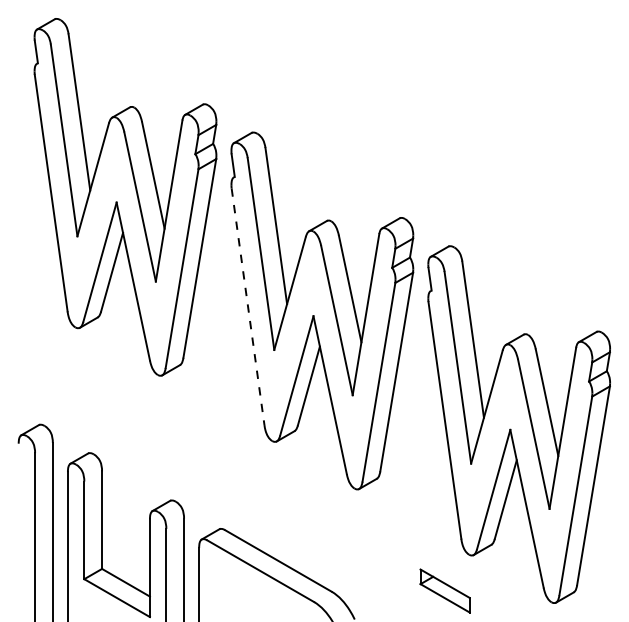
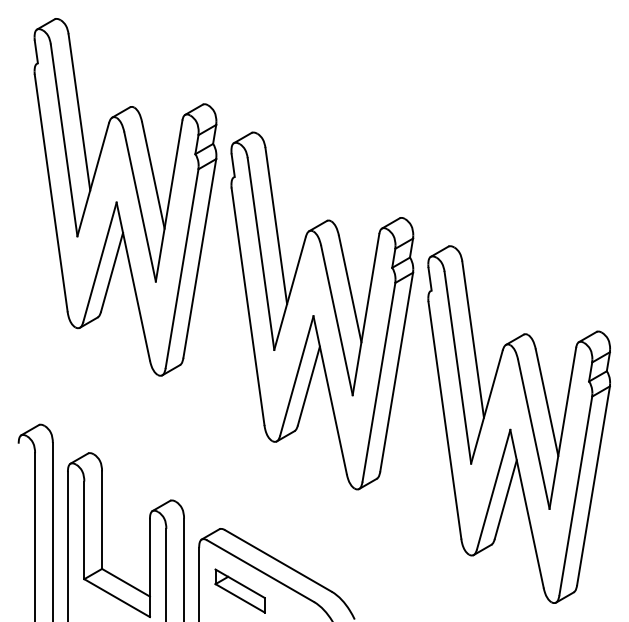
line at (248, 307): dashed -> solid
part at (444, 590) position: (444, 590) -> (239, 590)
